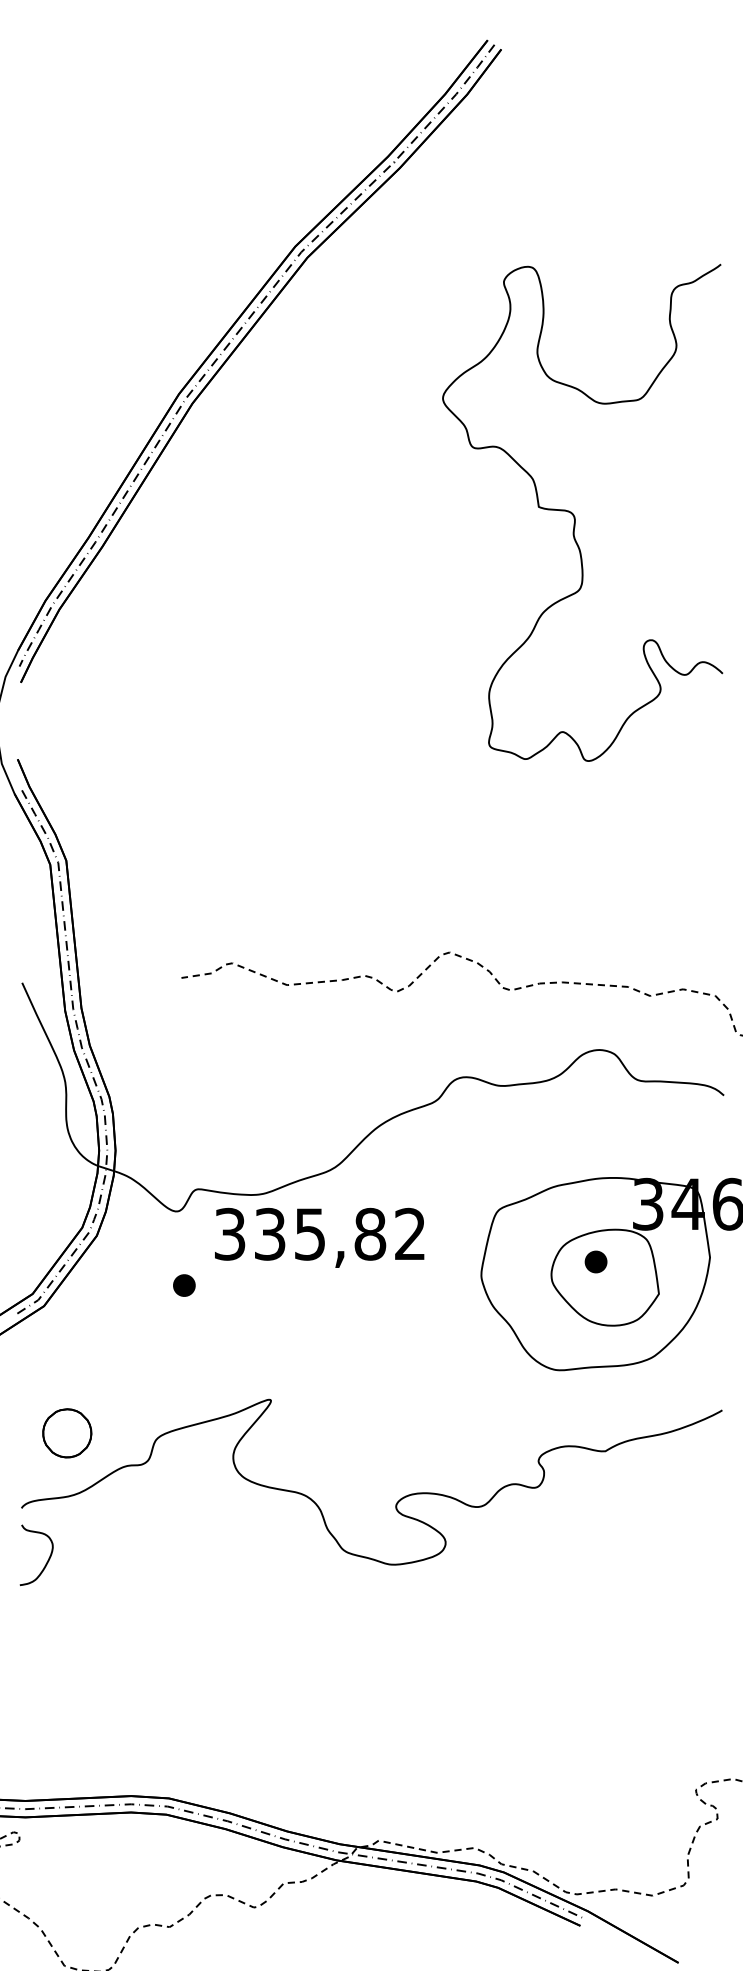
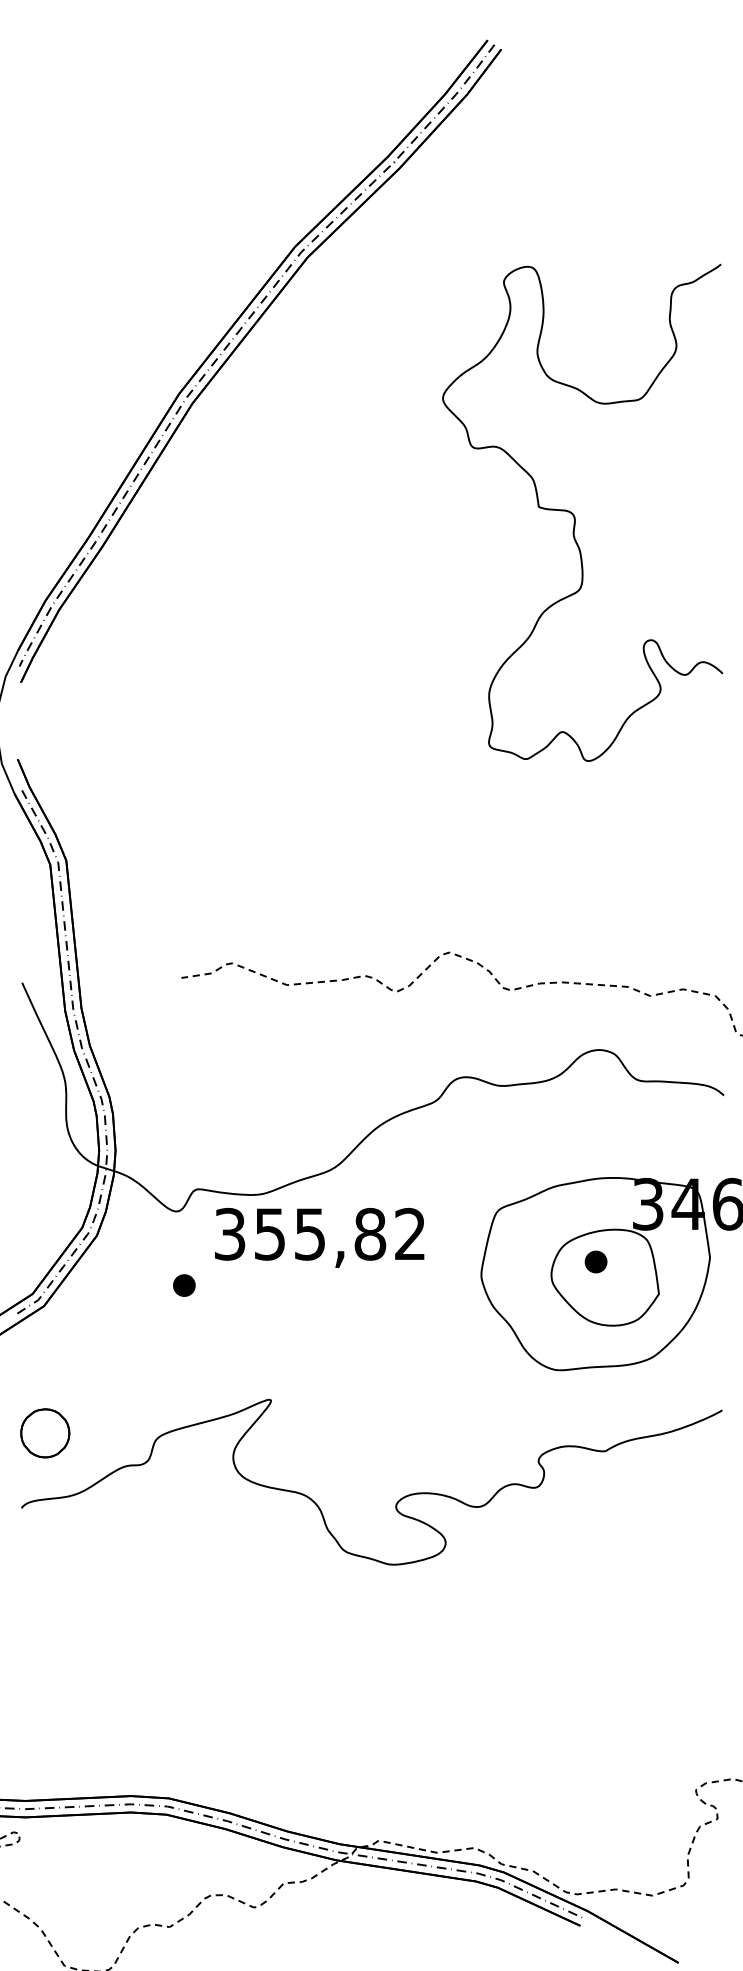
text at (270, 1233): 335,82 -> 355,82
part at (67, 1433) position: (67, 1433) -> (45, 1433)
curve at (47, 1560): present -> none
